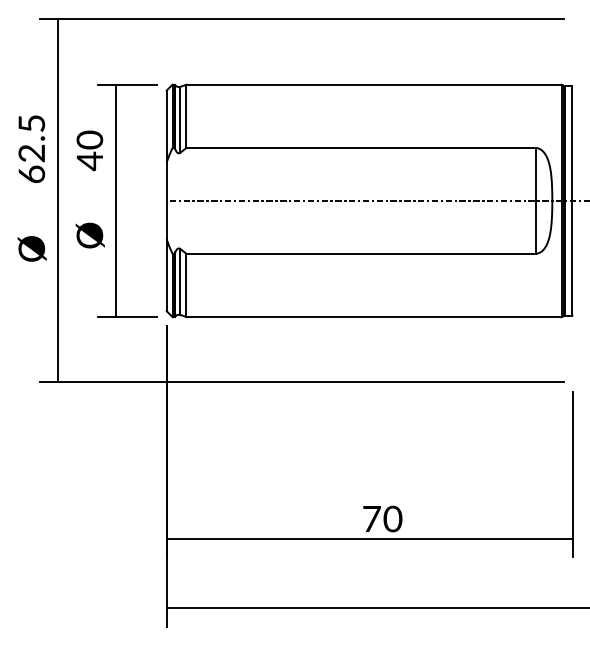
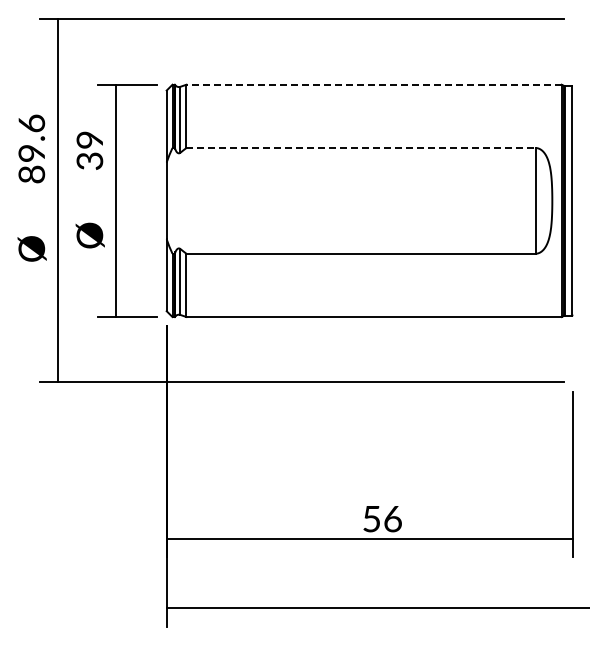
line at (374, 84): solid -> dashed
text at (31, 148): 62.5 -> 89.6
line at (361, 148): solid -> dashed
text at (89, 150): 40 -> 39
line at (376, 200): present -> none
text at (382, 518): 70 -> 56
